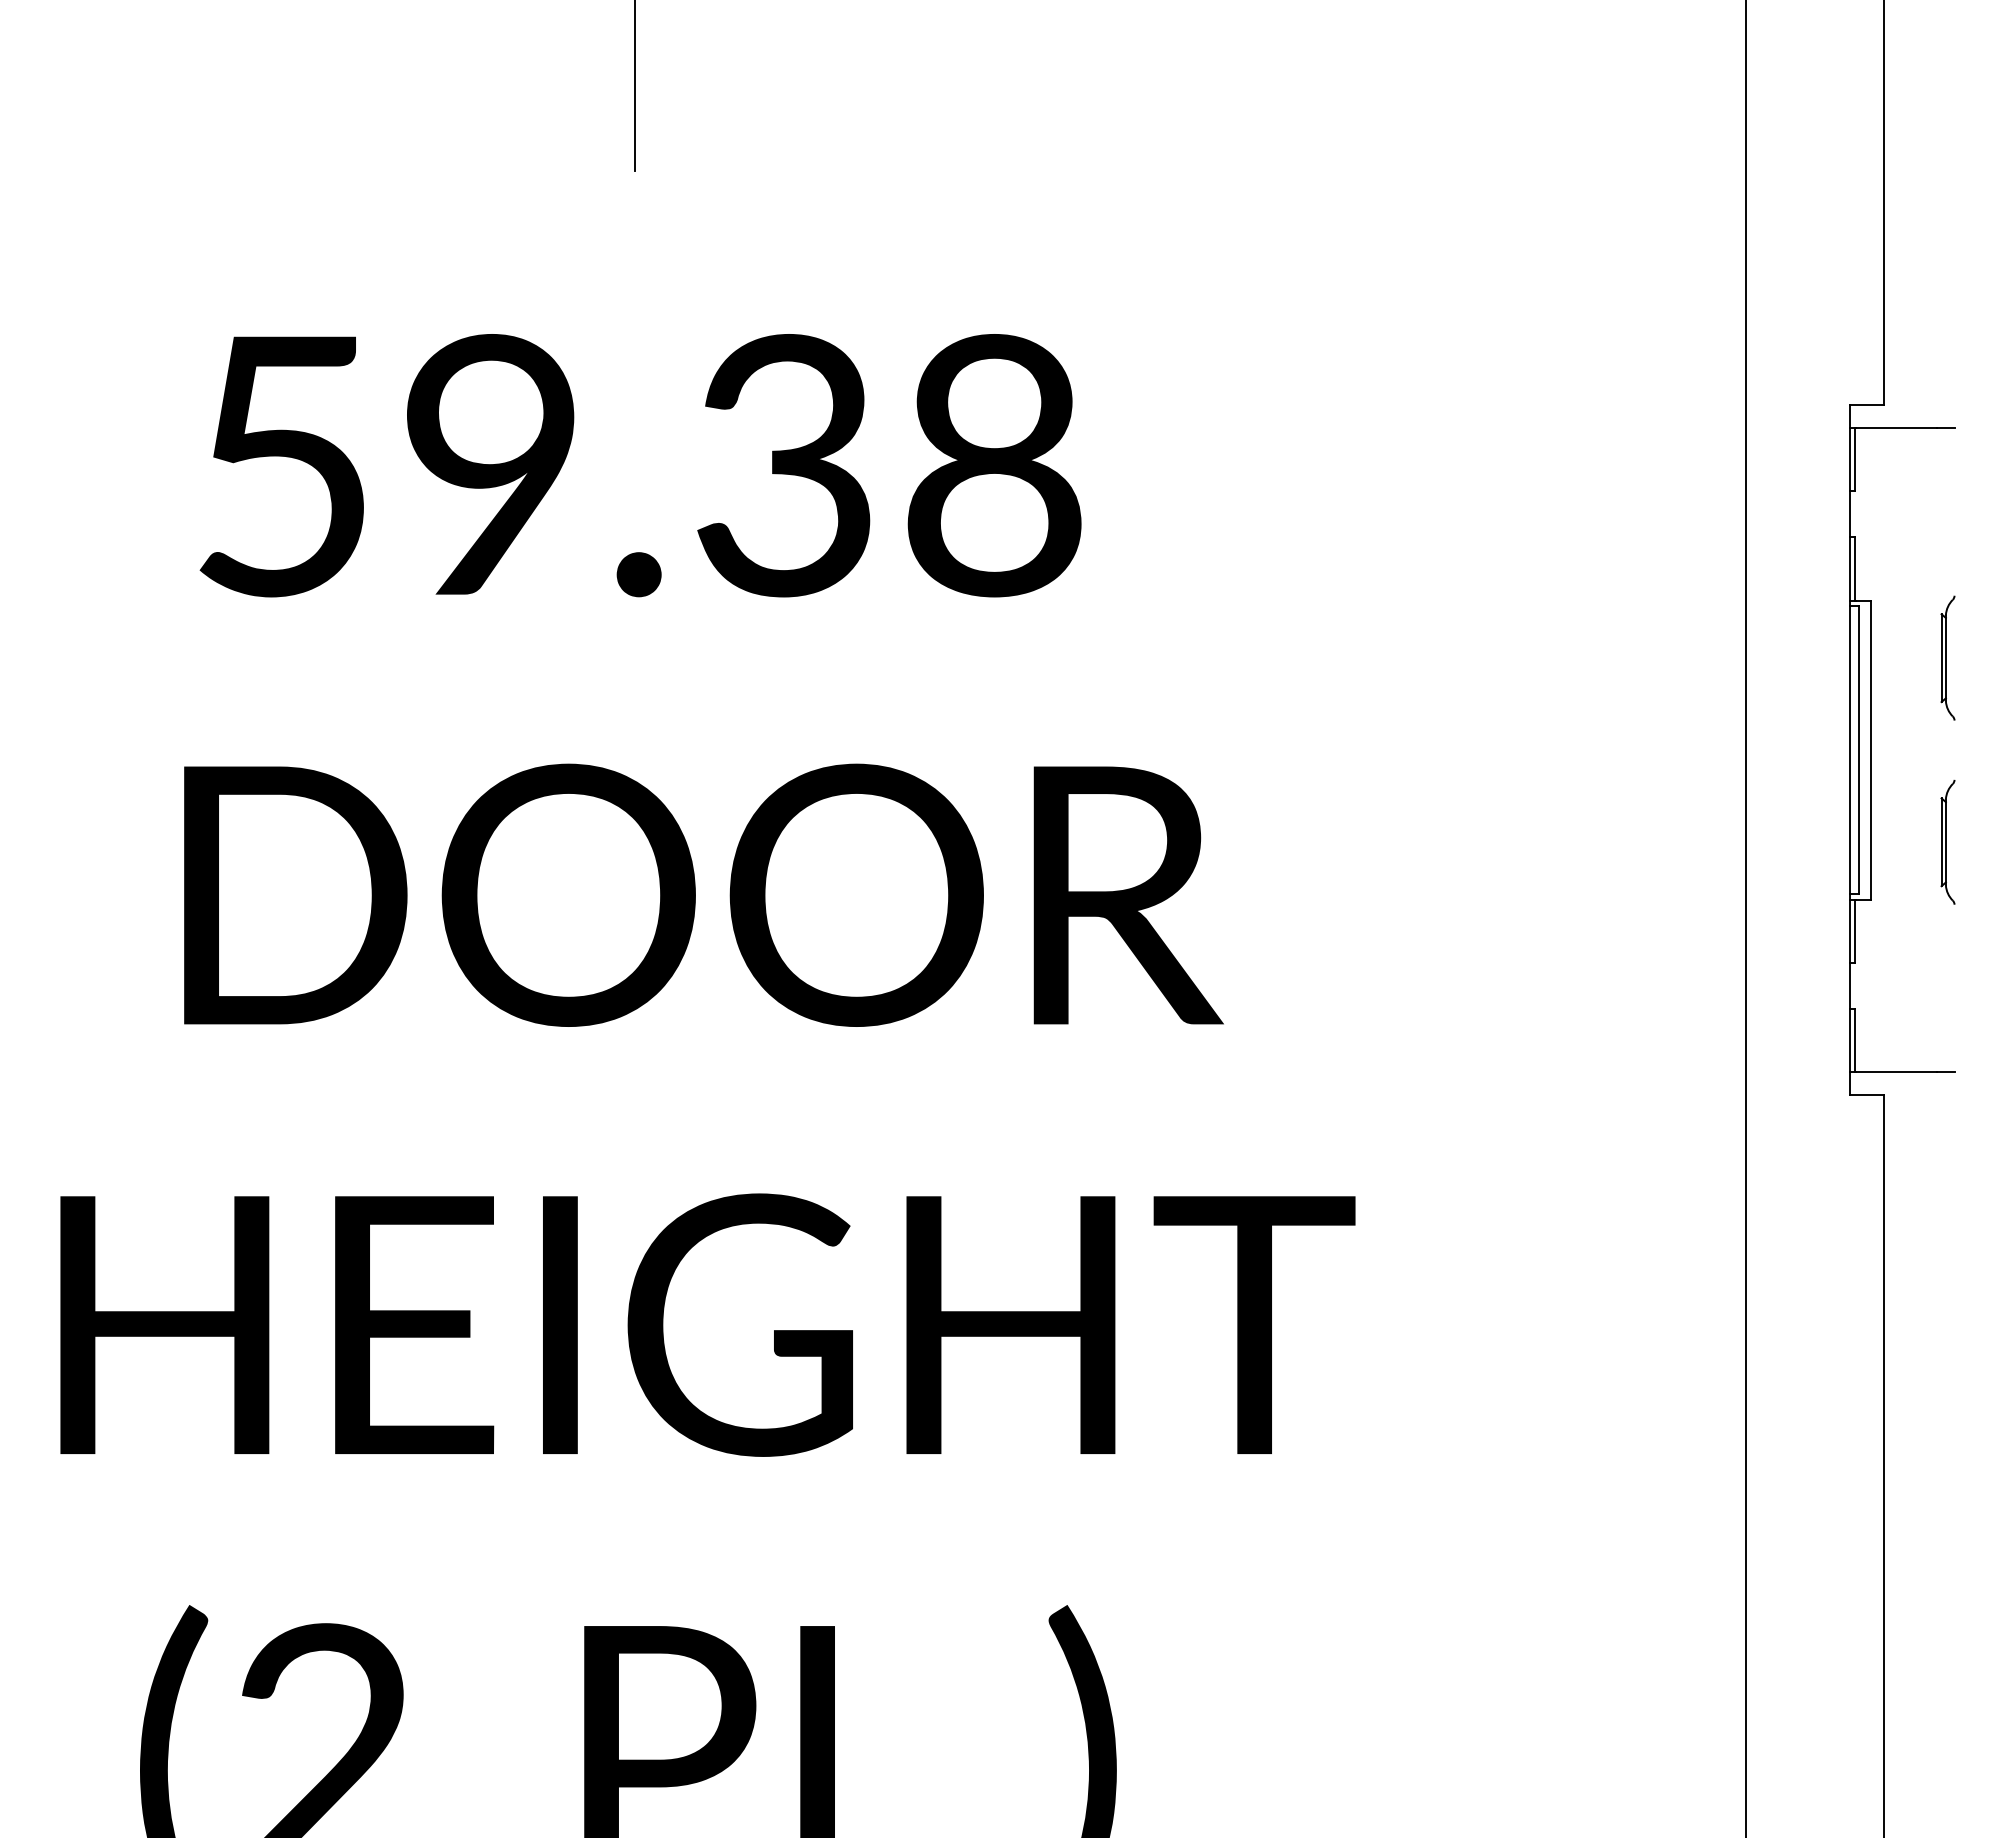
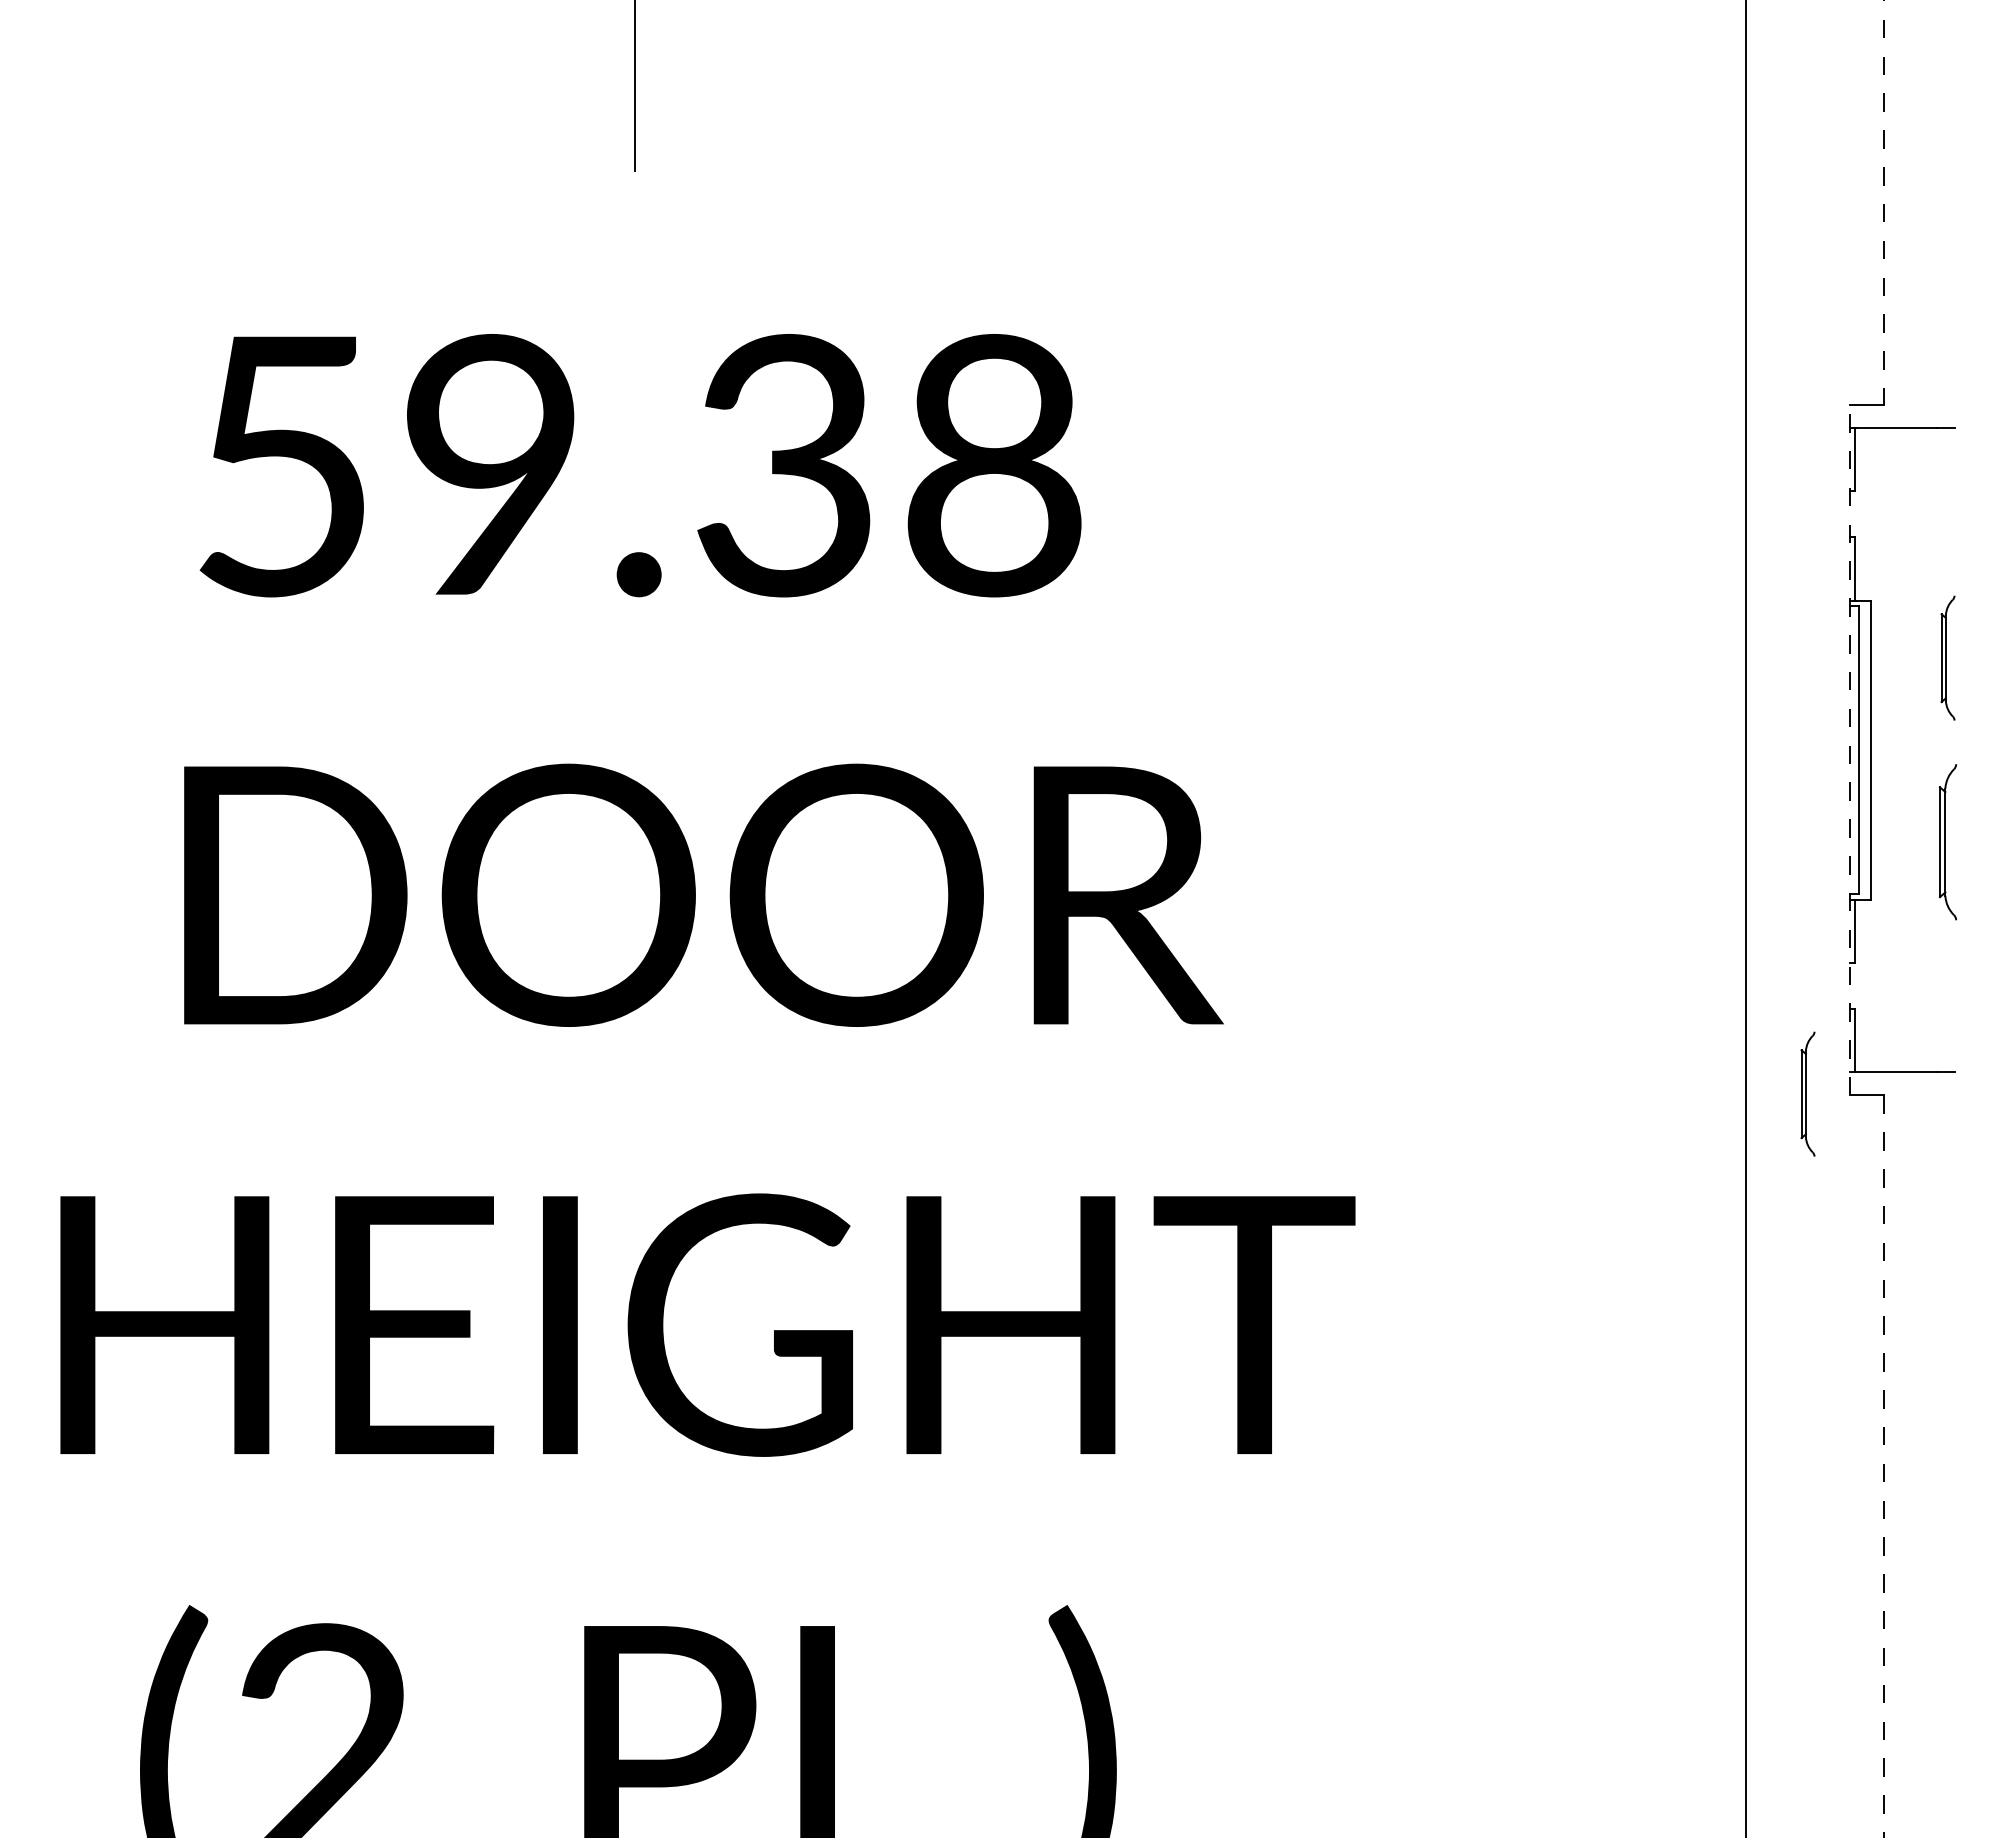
line at (1884, 203): solid -> dashed
line at (1849, 749): solid -> dashed
part at (1947, 842) size: 16x125 px -> 19x157 px
part at (1807, 1093): none -> present
line at (1884, 1466): solid -> dashed
